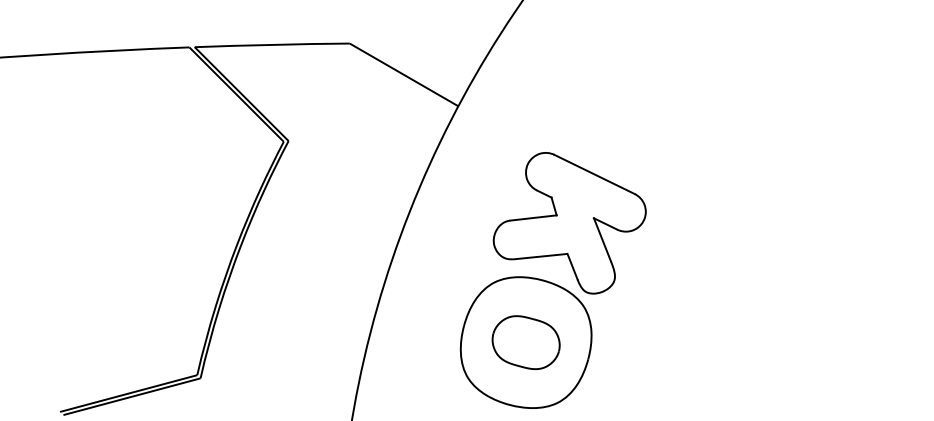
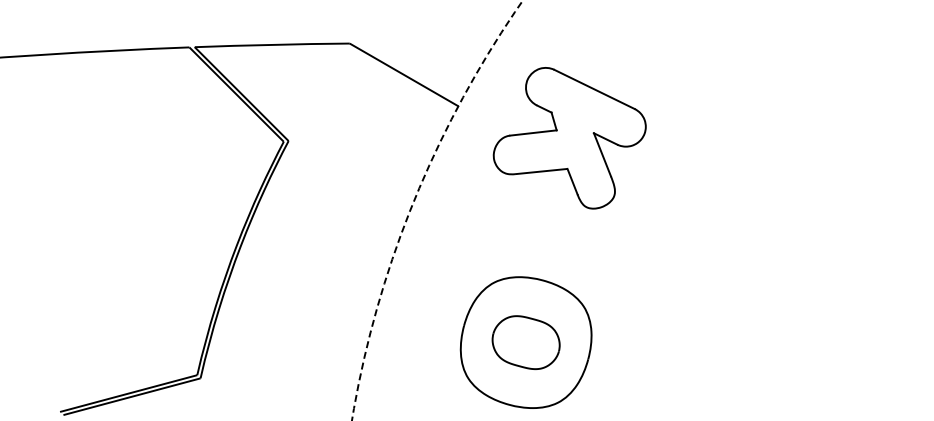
circle at (437, 210): solid -> dashed
part at (569, 223) position: (569, 223) -> (569, 138)
